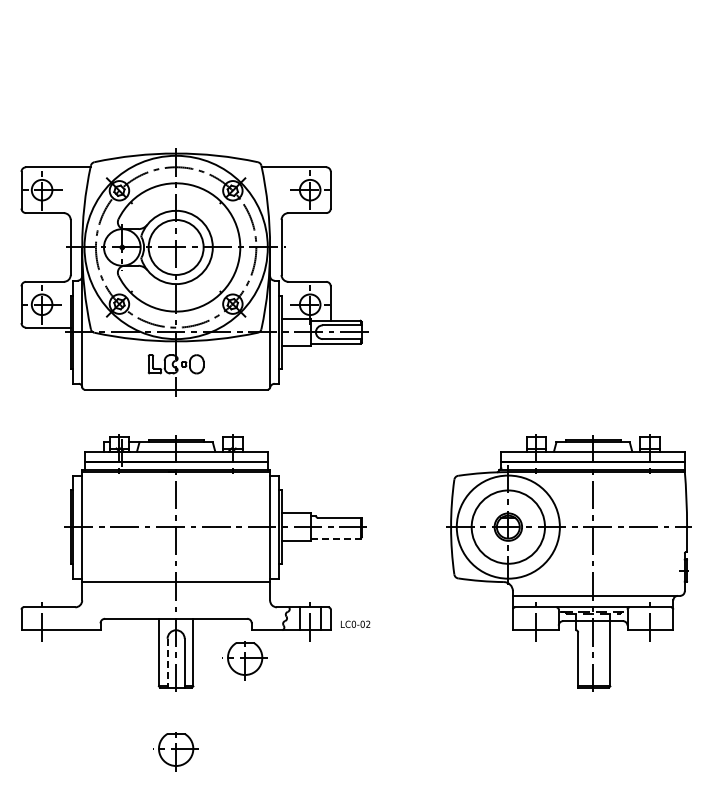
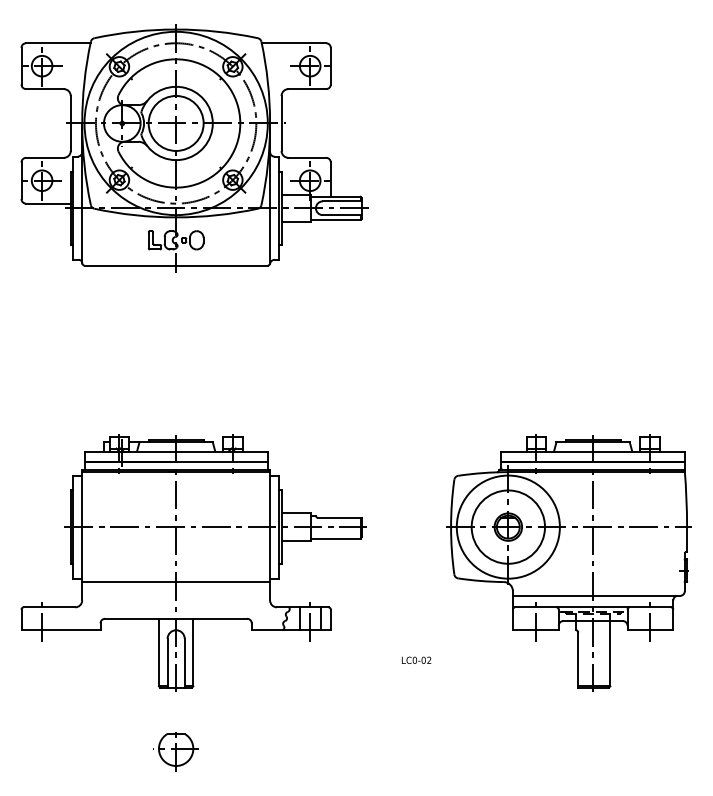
part at (194, 272) position: (194, 272) -> (194, 148)
line at (335, 538): dashed -> solid
text at (355, 623) position: (355, 623) -> (416, 659)
part at (244, 660): present -> none
line at (167, 663): dashed -> solid
